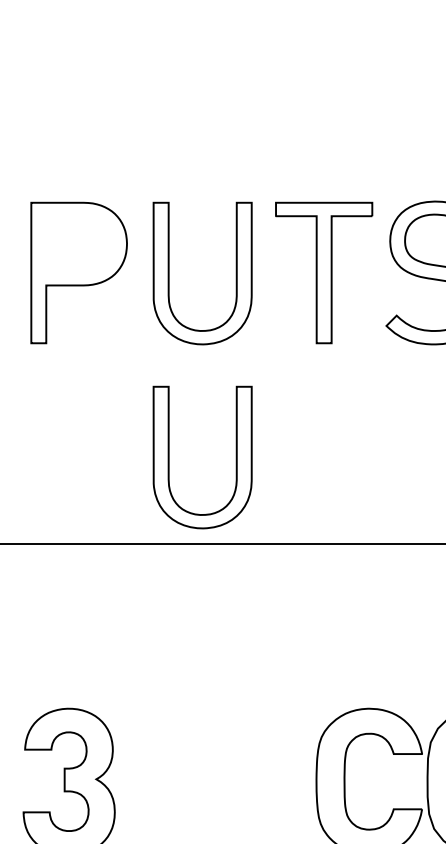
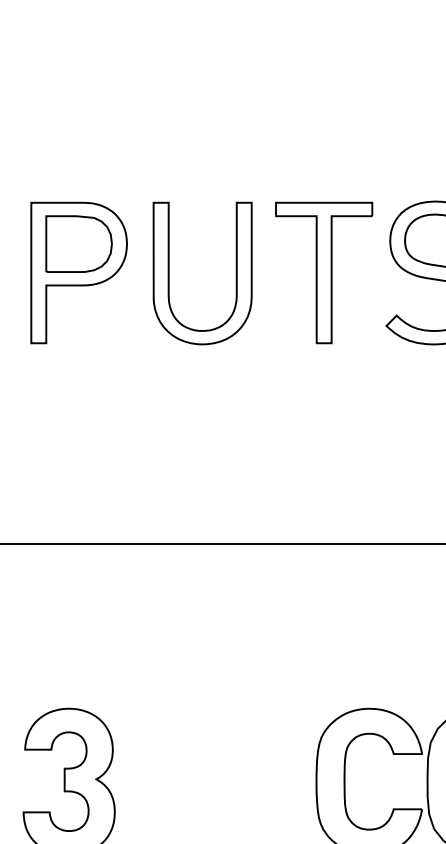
part at (78, 243): none -> present
part at (169, 457): present -> none
